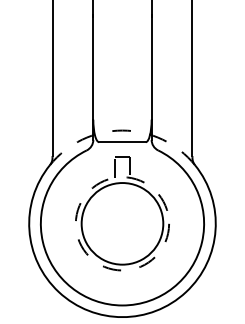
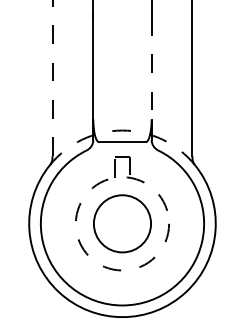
line at (151, 68): solid -> dashed
line at (52, 78): solid -> dashed
circle at (122, 223) diameter: 82 px -> 57 px
